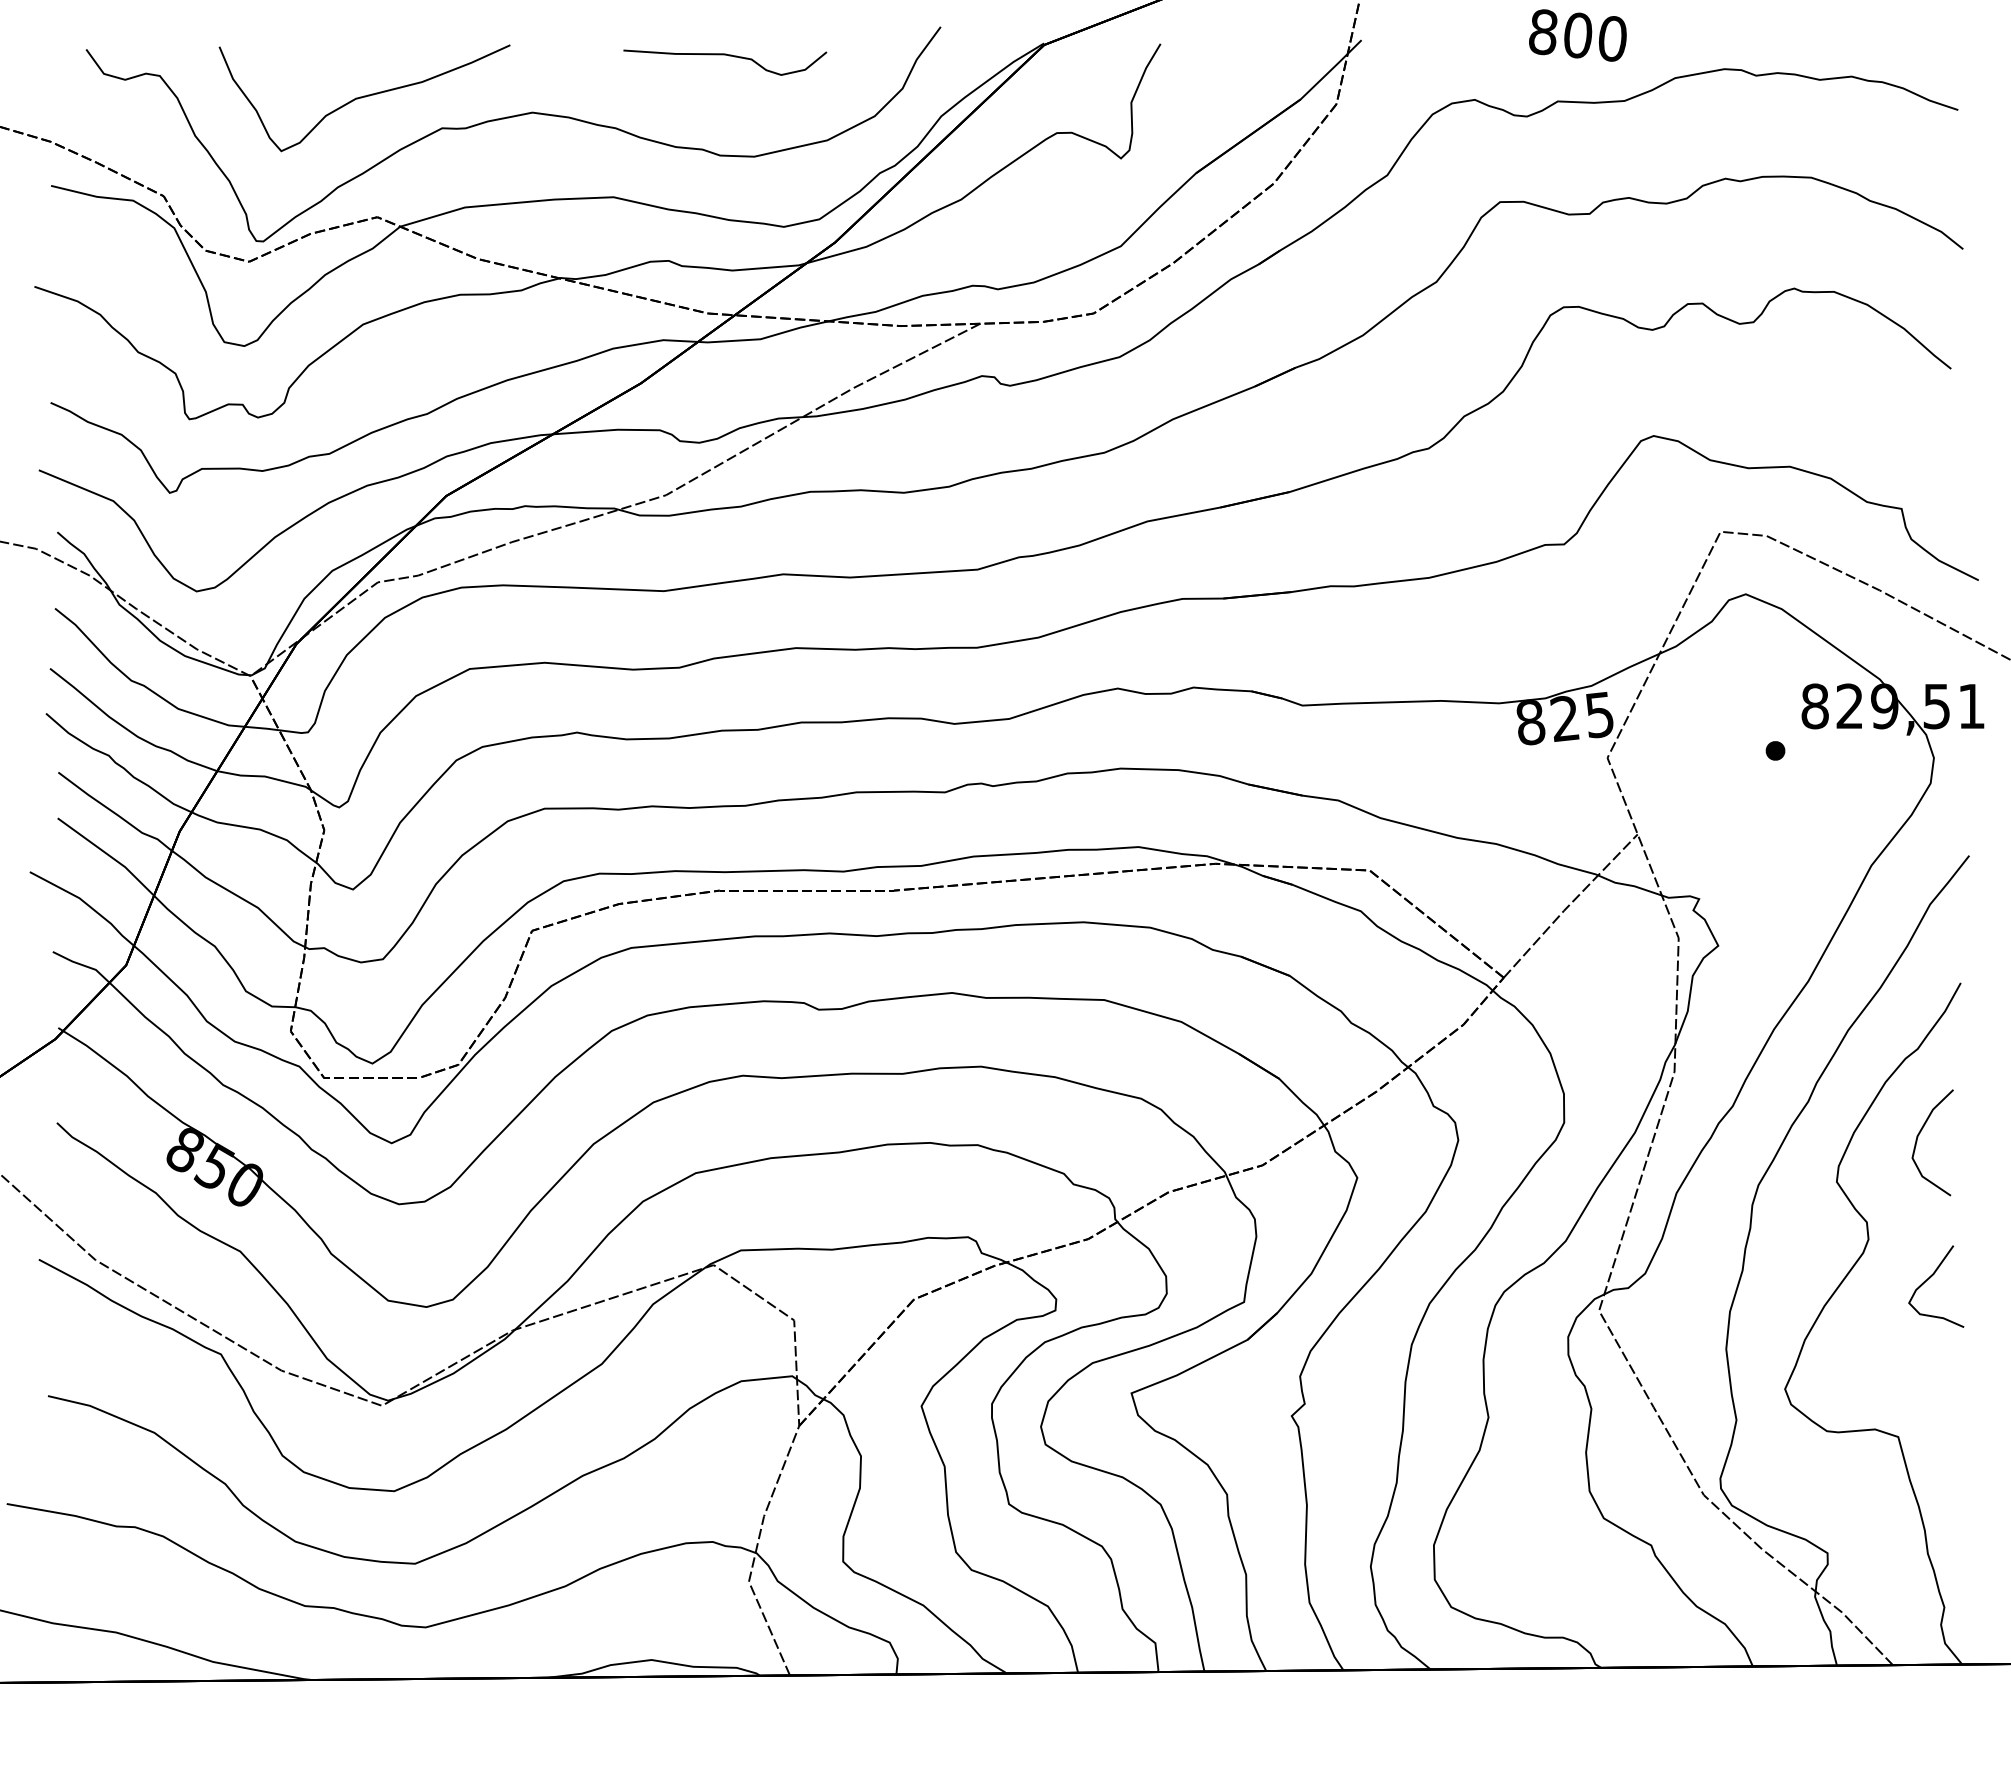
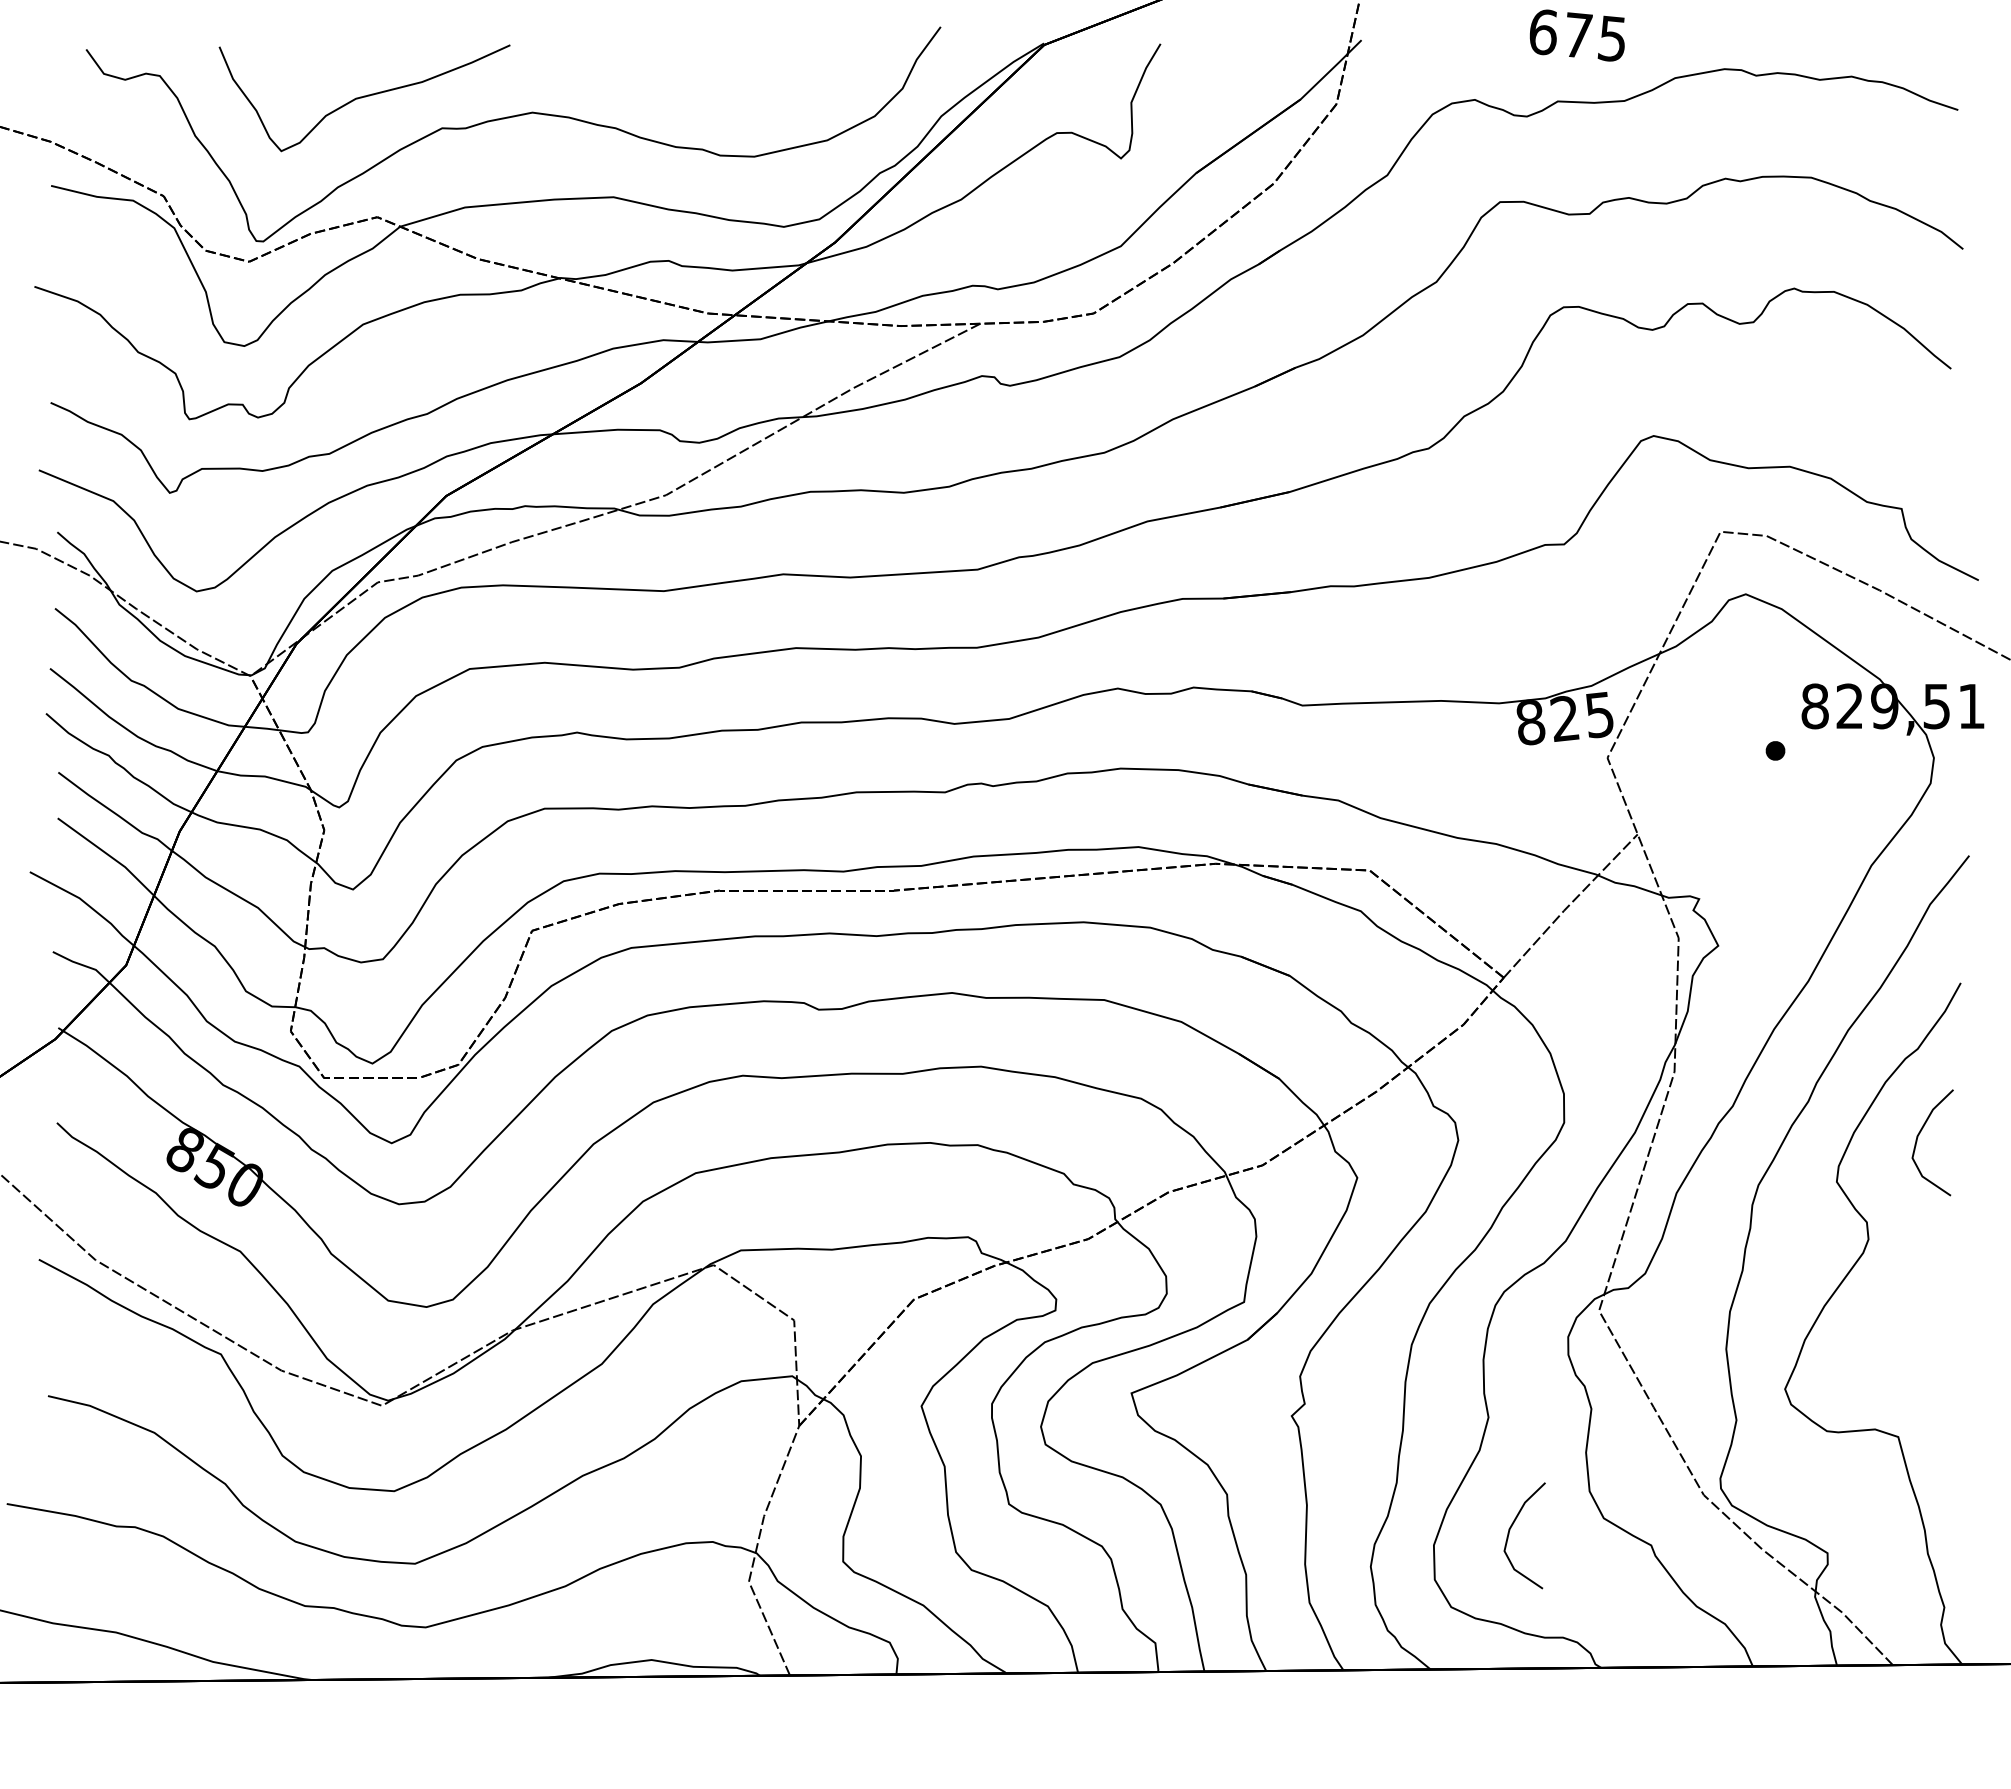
text at (1577, 35): 800 -> 675
curve at (725, 55): present -> none
curve at (1929, 1279): present -> none
curve at (1511, 1528): none -> present
